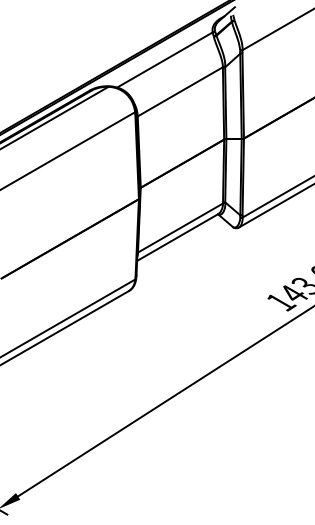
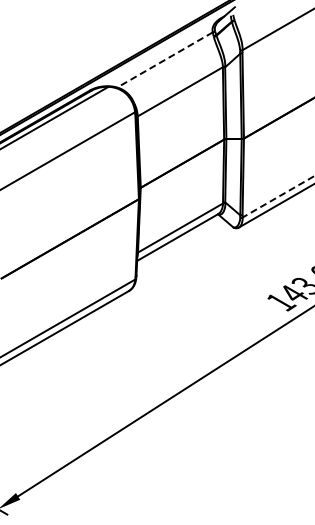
line at (164, 60): solid -> dashed
line at (278, 196): solid -> dashed
